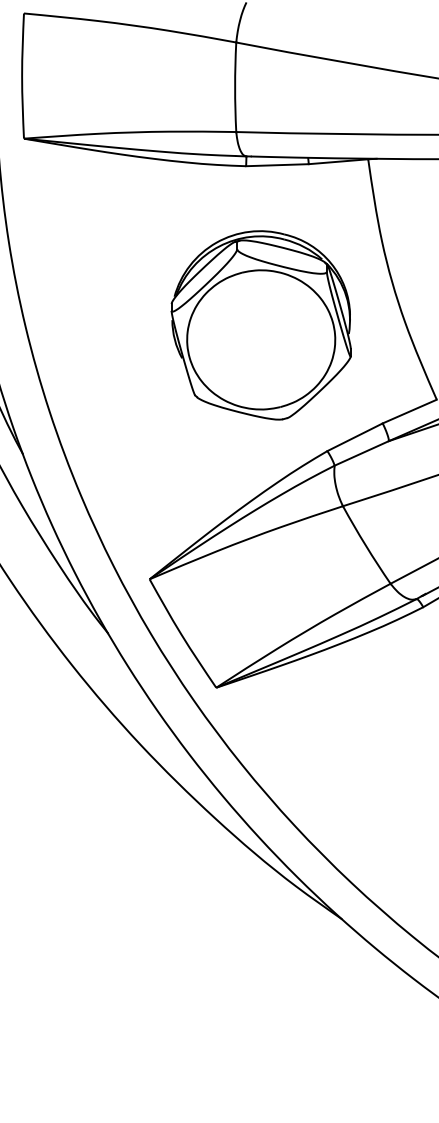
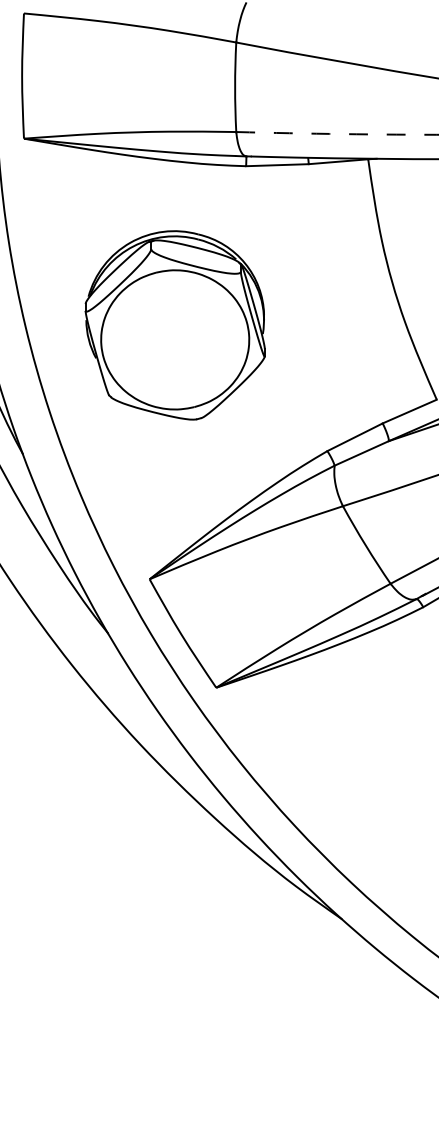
arc at (337, 134): solid -> dashed
part at (260, 325) position: (260, 325) -> (174, 325)
